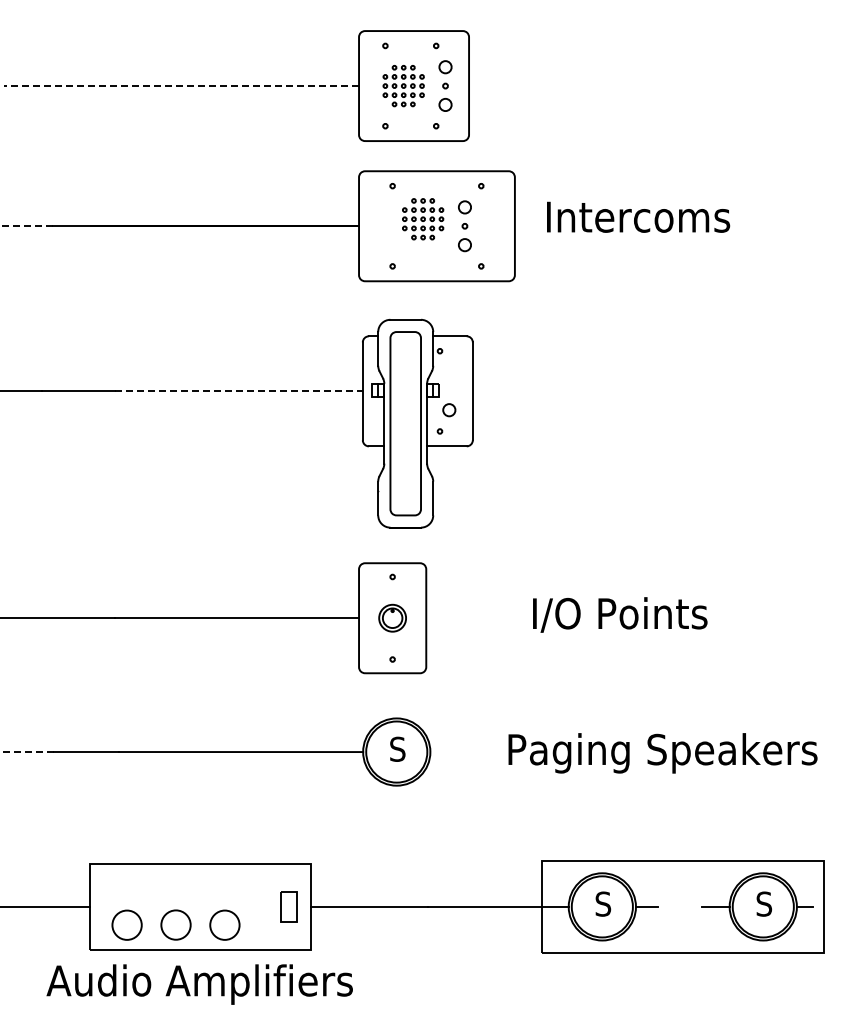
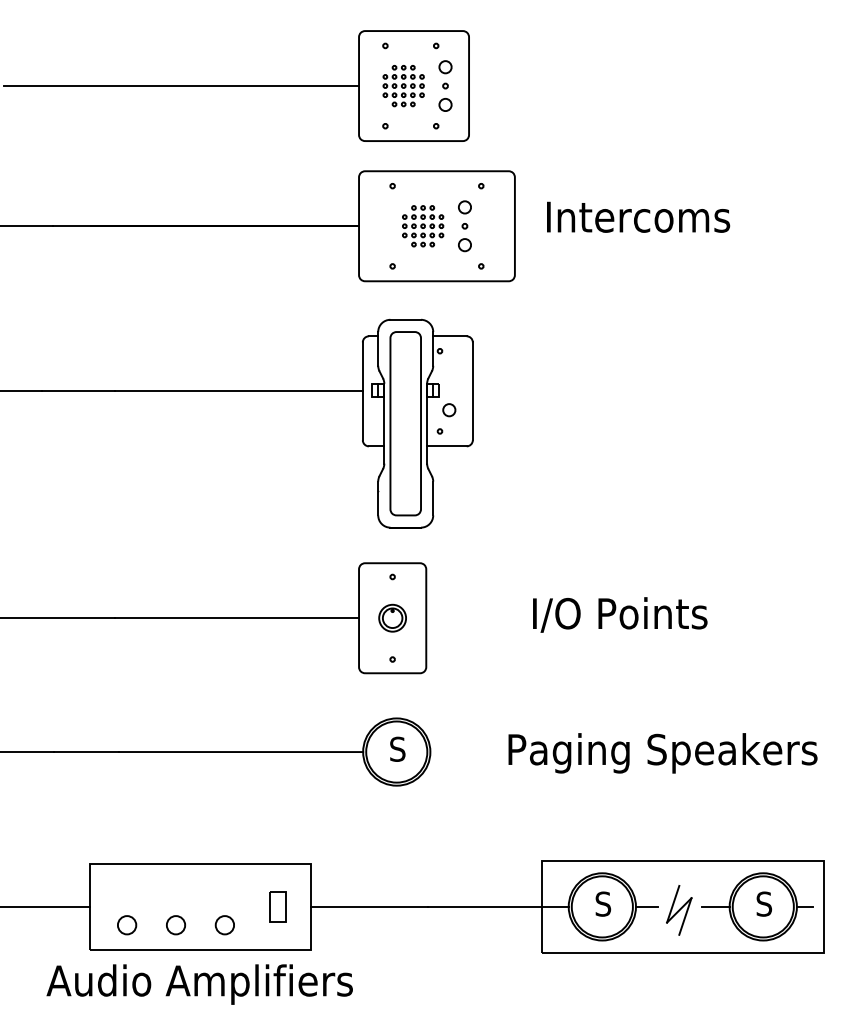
line at (181, 86): dashed -> solid
part at (423, 219) position: (423, 219) -> (423, 226)
line at (27, 226): dashed -> solid
line at (238, 391): dashed -> solid
line at (27, 752): dashed -> solid
part at (288, 906) position: (288, 906) -> (277, 906)
part at (679, 910): none -> present
circle at (126, 924) diameter: 29 px -> 18 px
circle at (175, 924) size: 32x32 px -> 20x21 px
circle at (224, 924) diameter: 29 px -> 18 px
